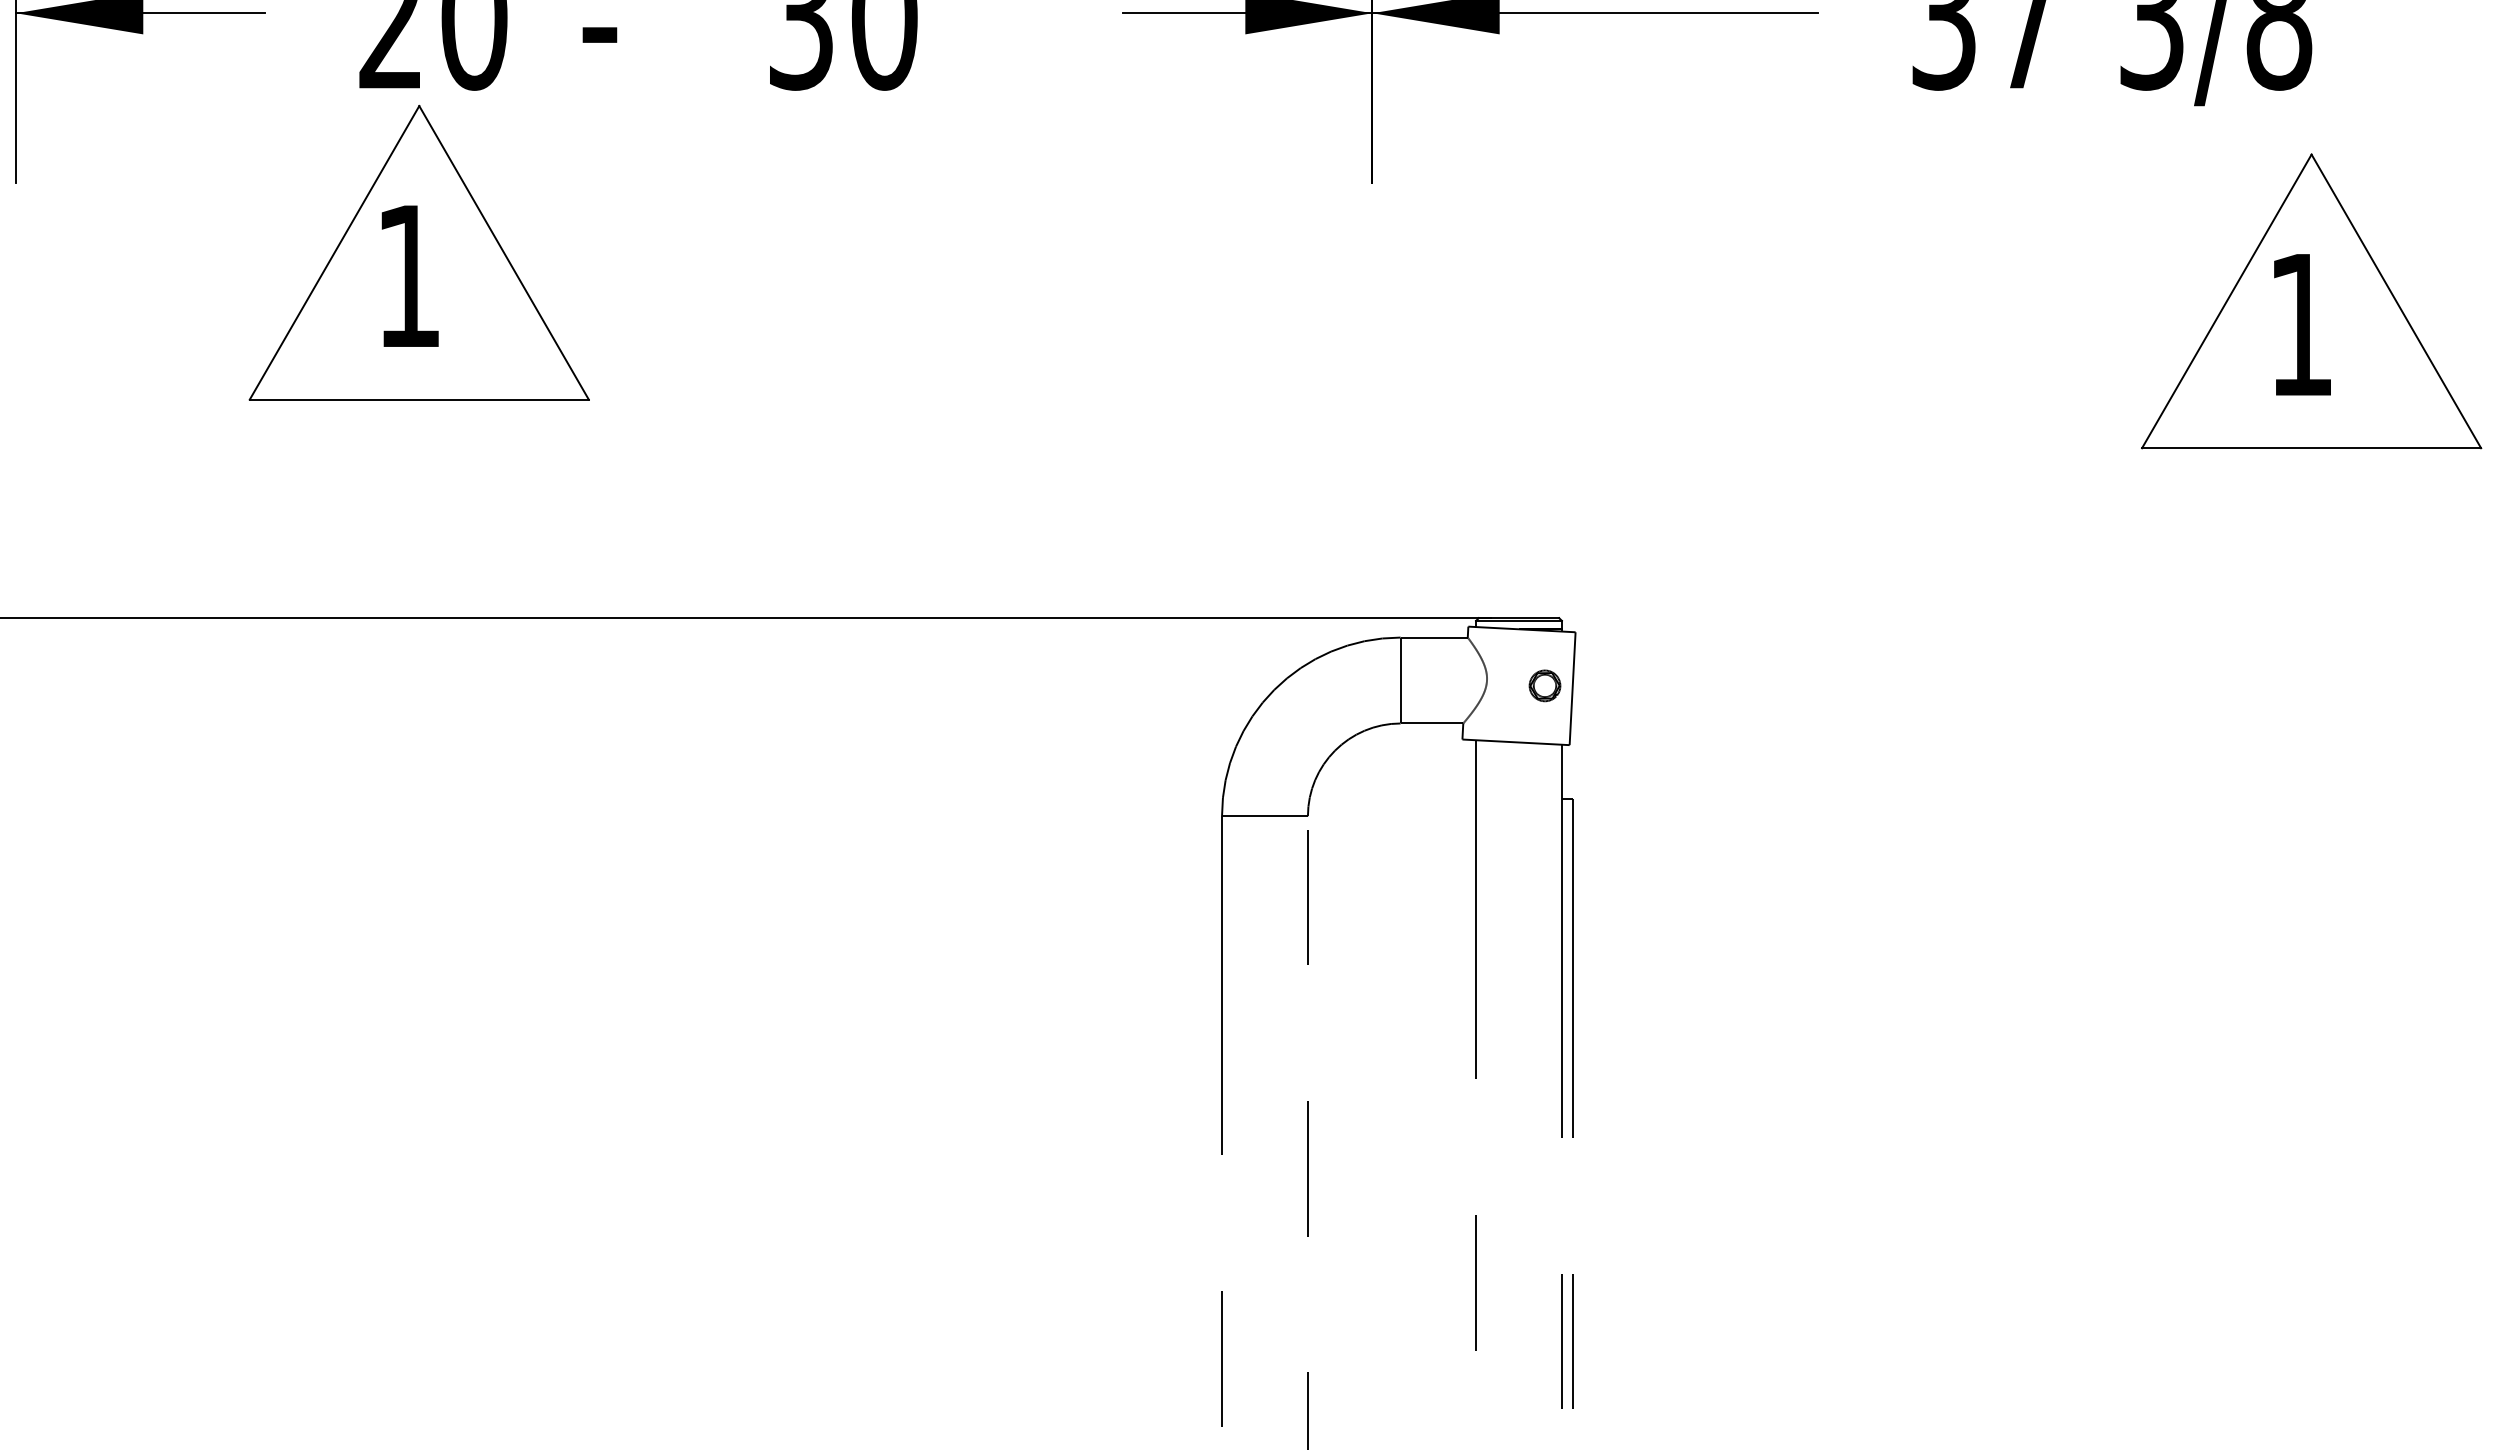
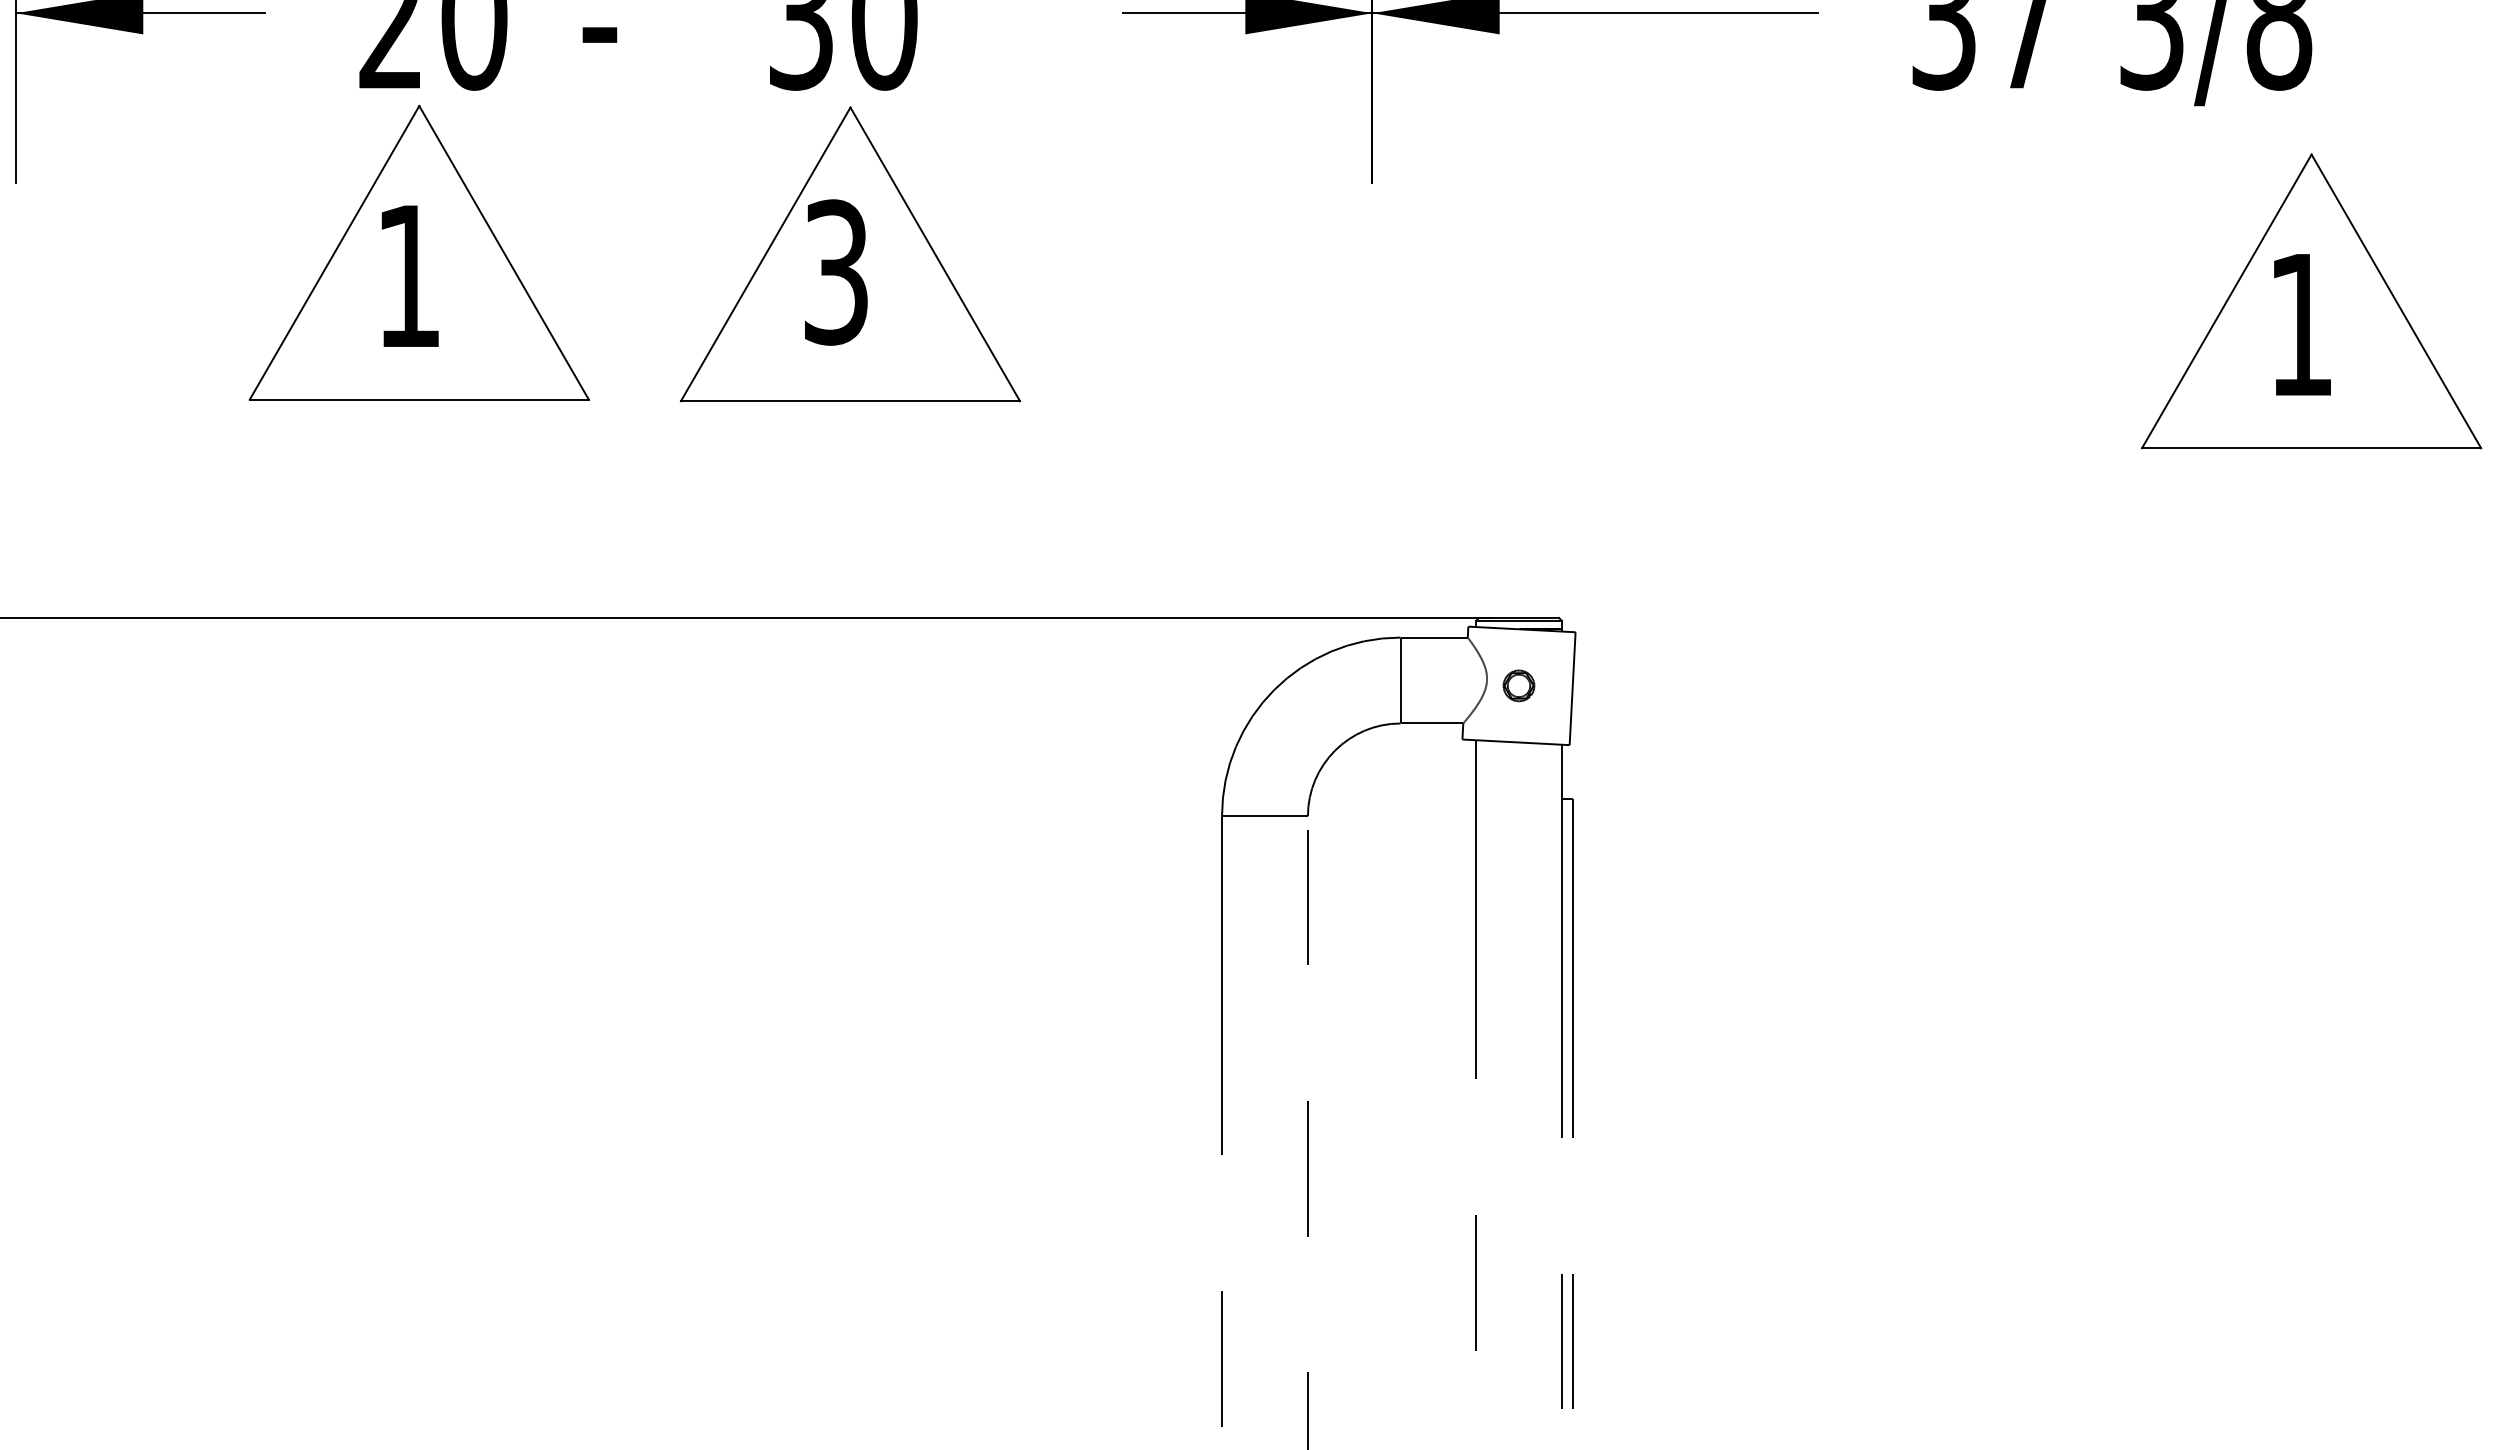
part at (850, 254): none -> present
part at (1544, 685) position: (1544, 685) -> (1518, 685)
